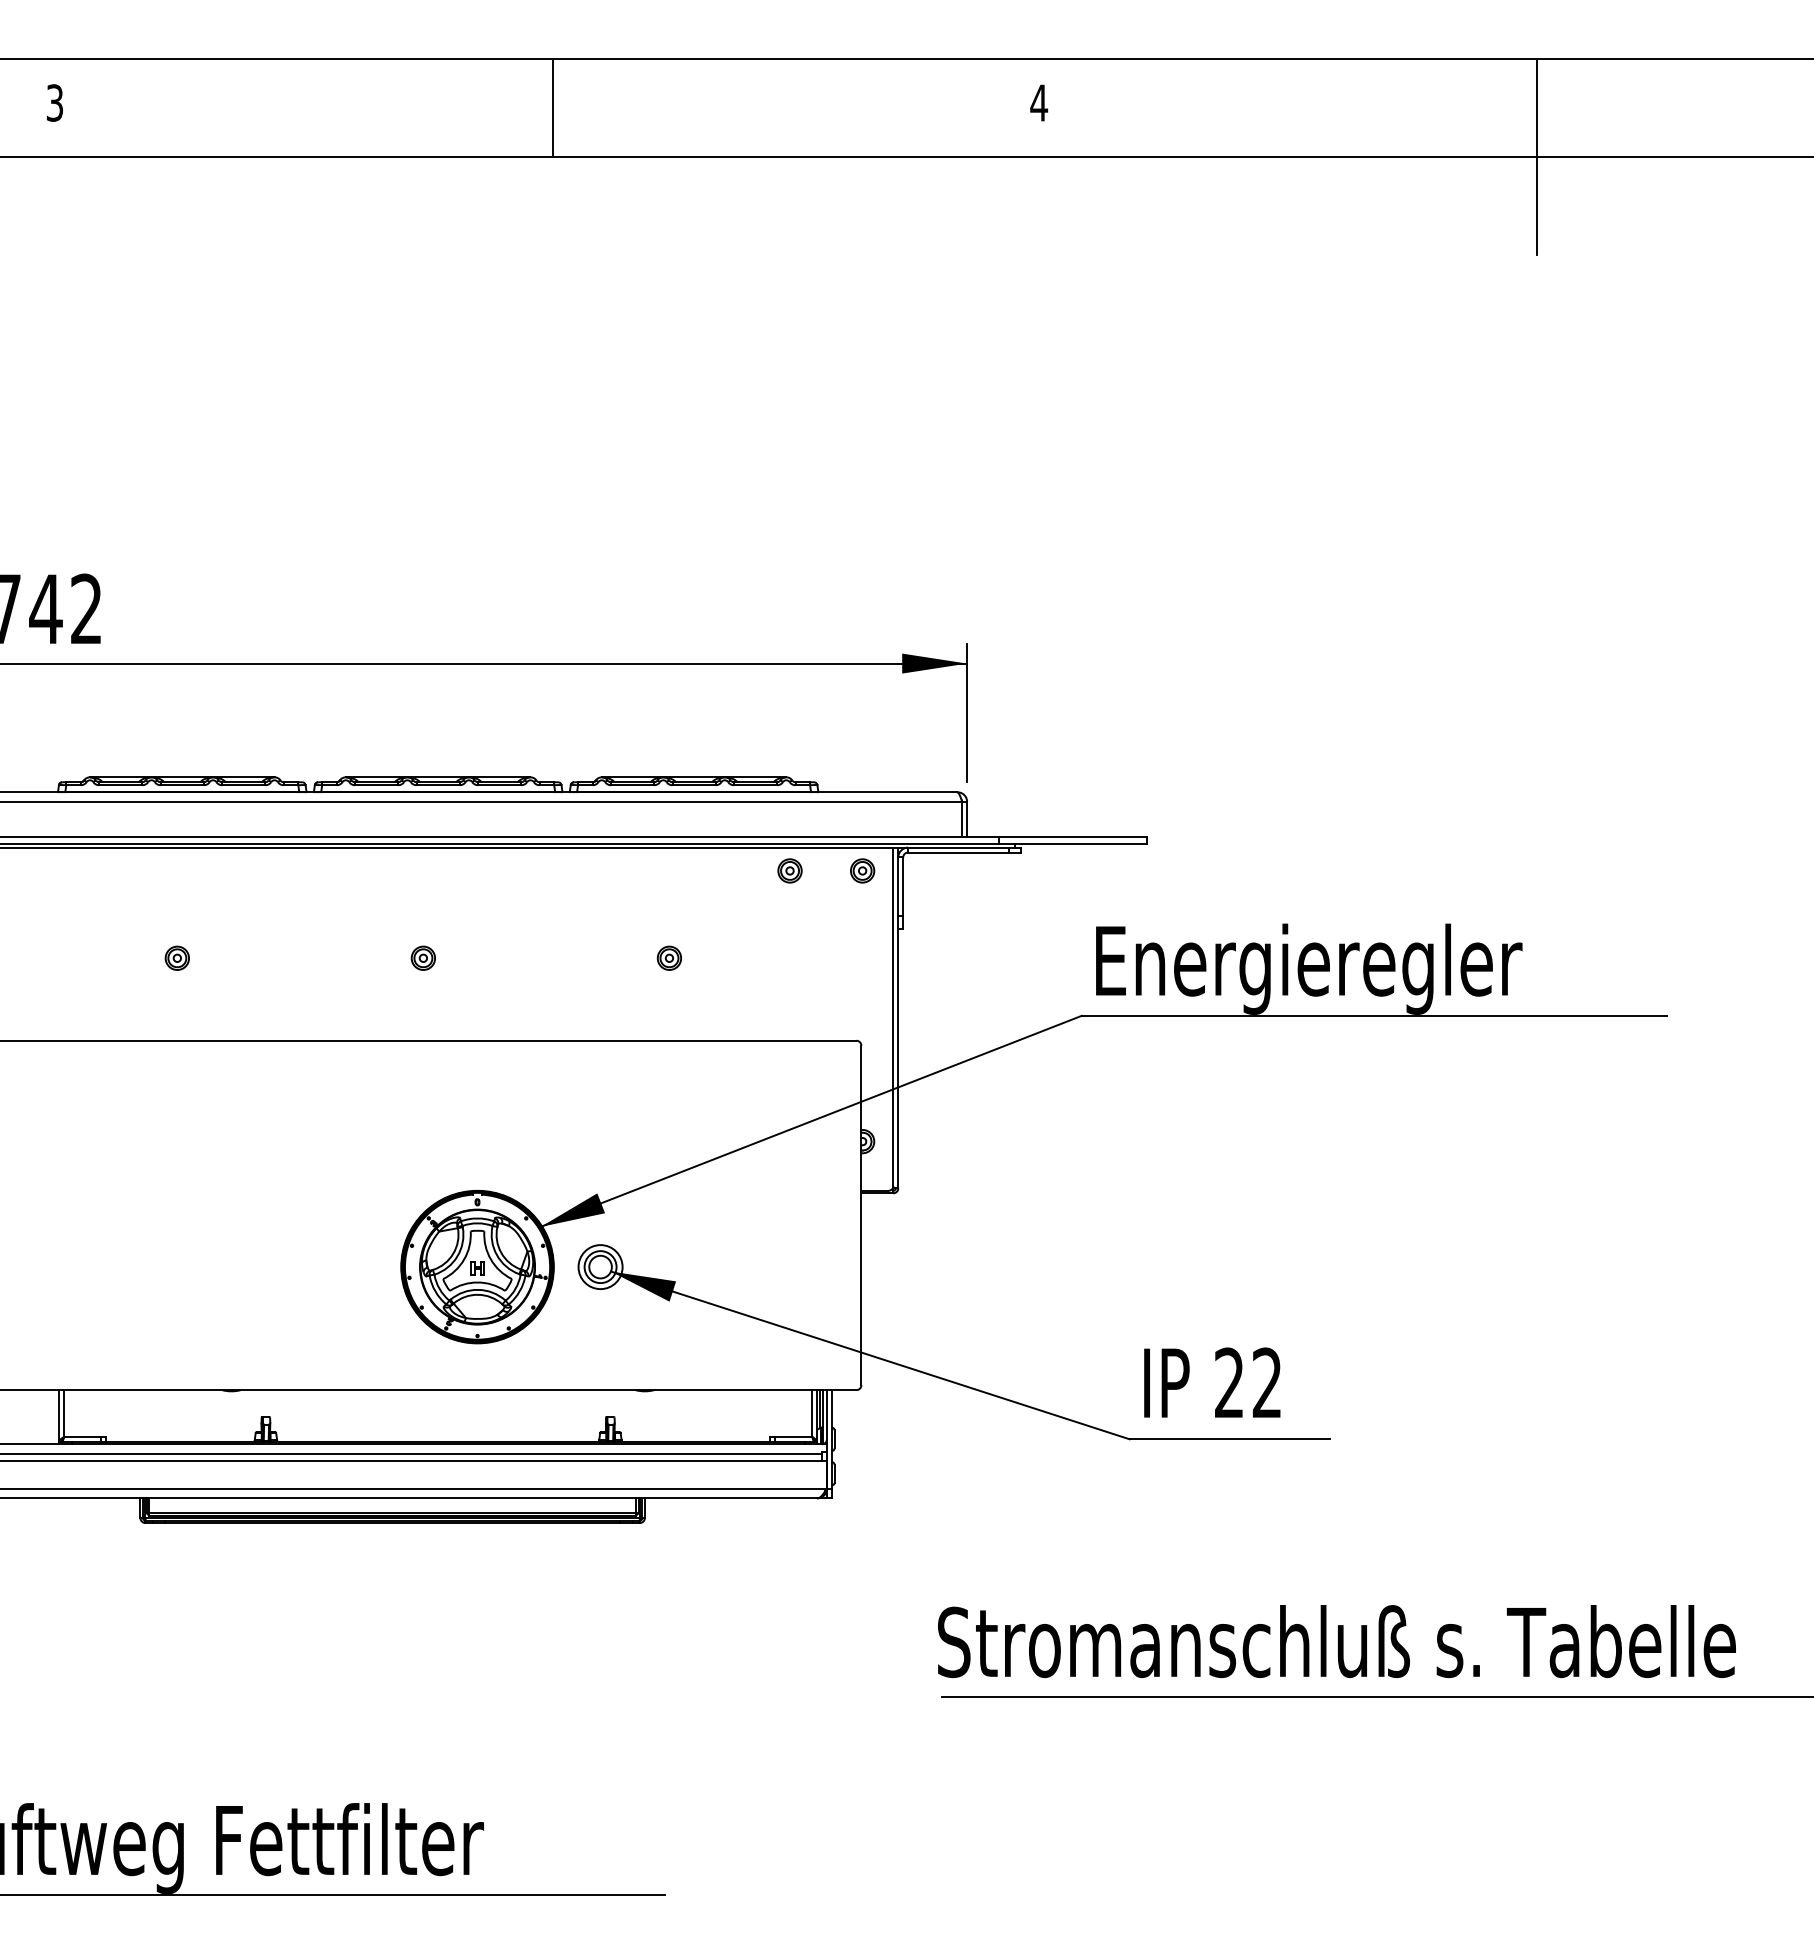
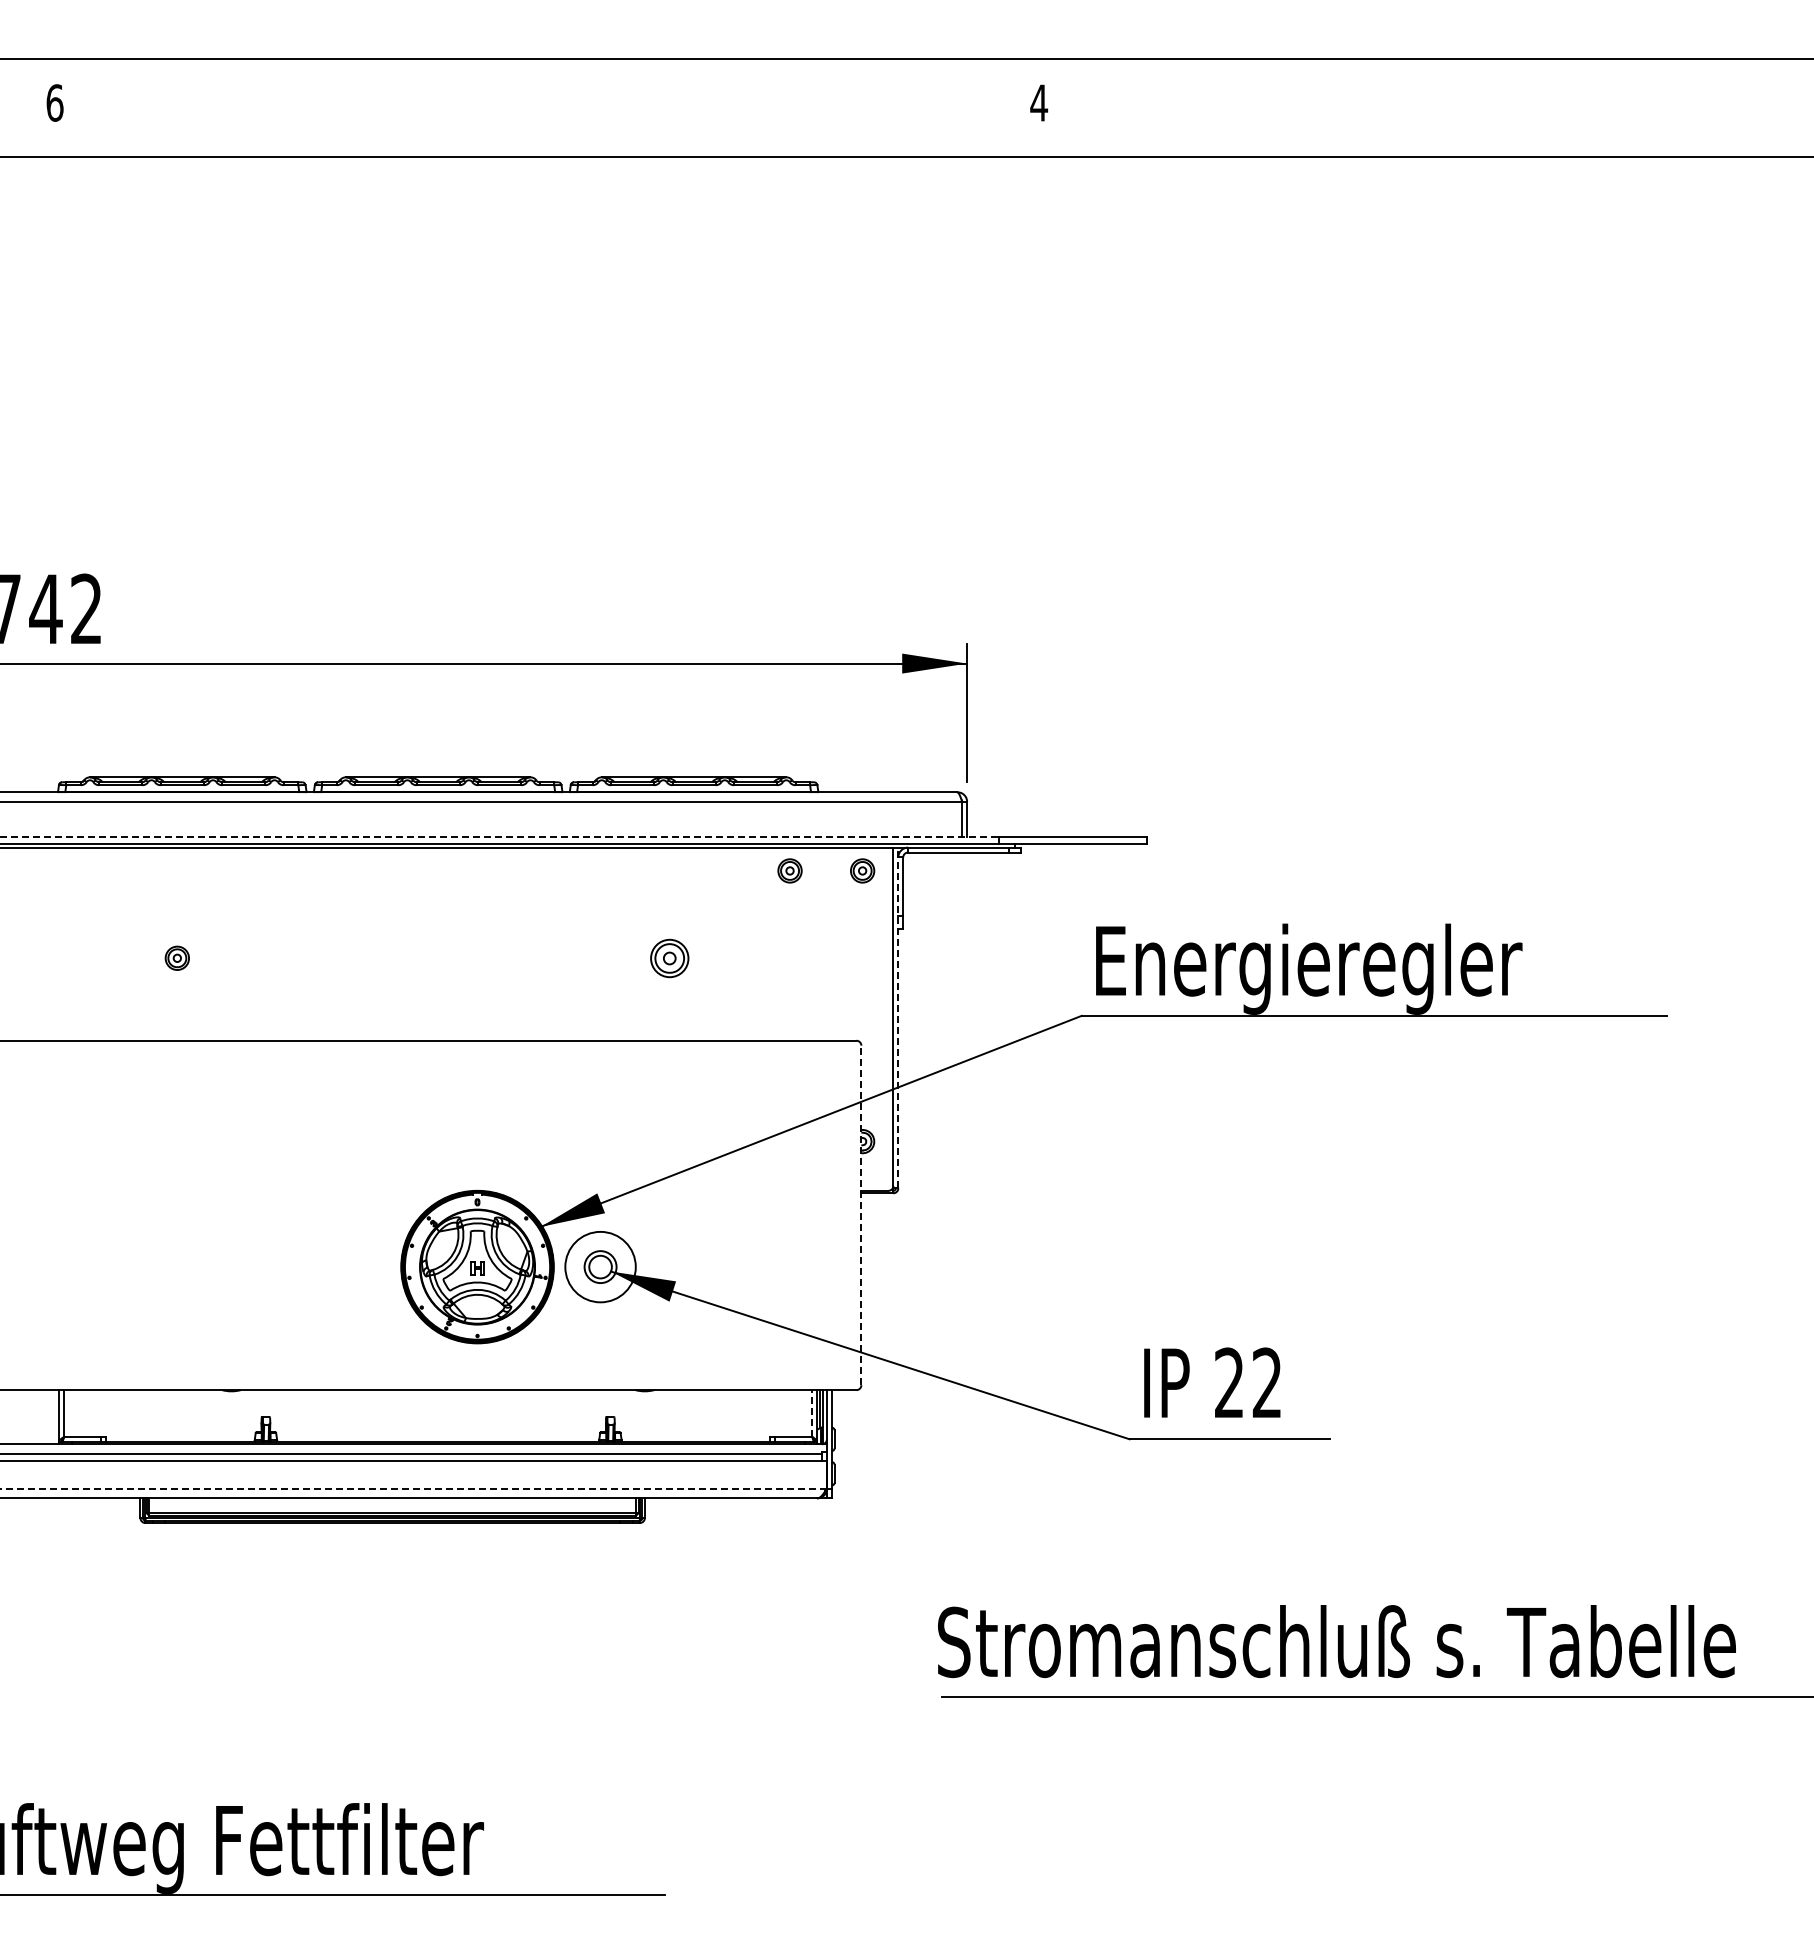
text at (54, 102): 3 -> 6
line at (552, 107): present -> none
line at (1537, 156): present -> none
line at (500, 836): solid -> dashed
part at (422, 957): present -> none
part at (668, 957) size: 26x26 px -> 40x41 px
line at (898, 1017): solid -> dashed
line at (861, 1215): solid -> dashed
circle at (600, 1267) diameter: 44 px -> 70 px
line at (812, 1413): solid -> dashed
line at (413, 1488): solid -> dashed
